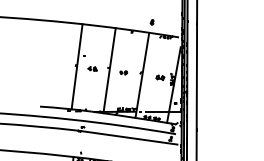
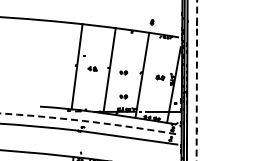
line at (196, 79): solid -> dashed
part at (123, 96): none -> present
arc at (88, 121): solid -> dashed
